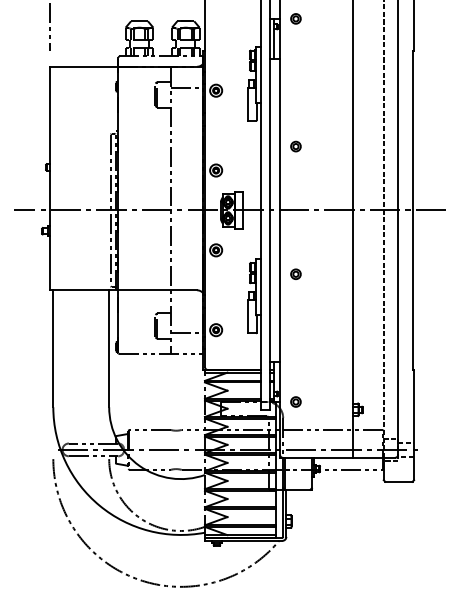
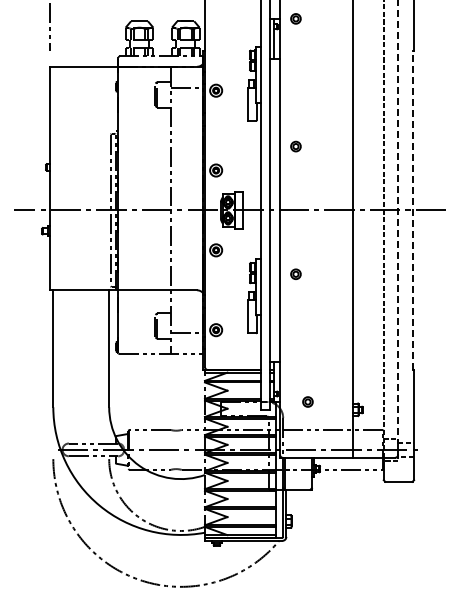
line at (413, 210): solid -> dashed
line at (398, 227): solid -> dashed
part at (295, 401) position: (295, 401) -> (307, 401)
